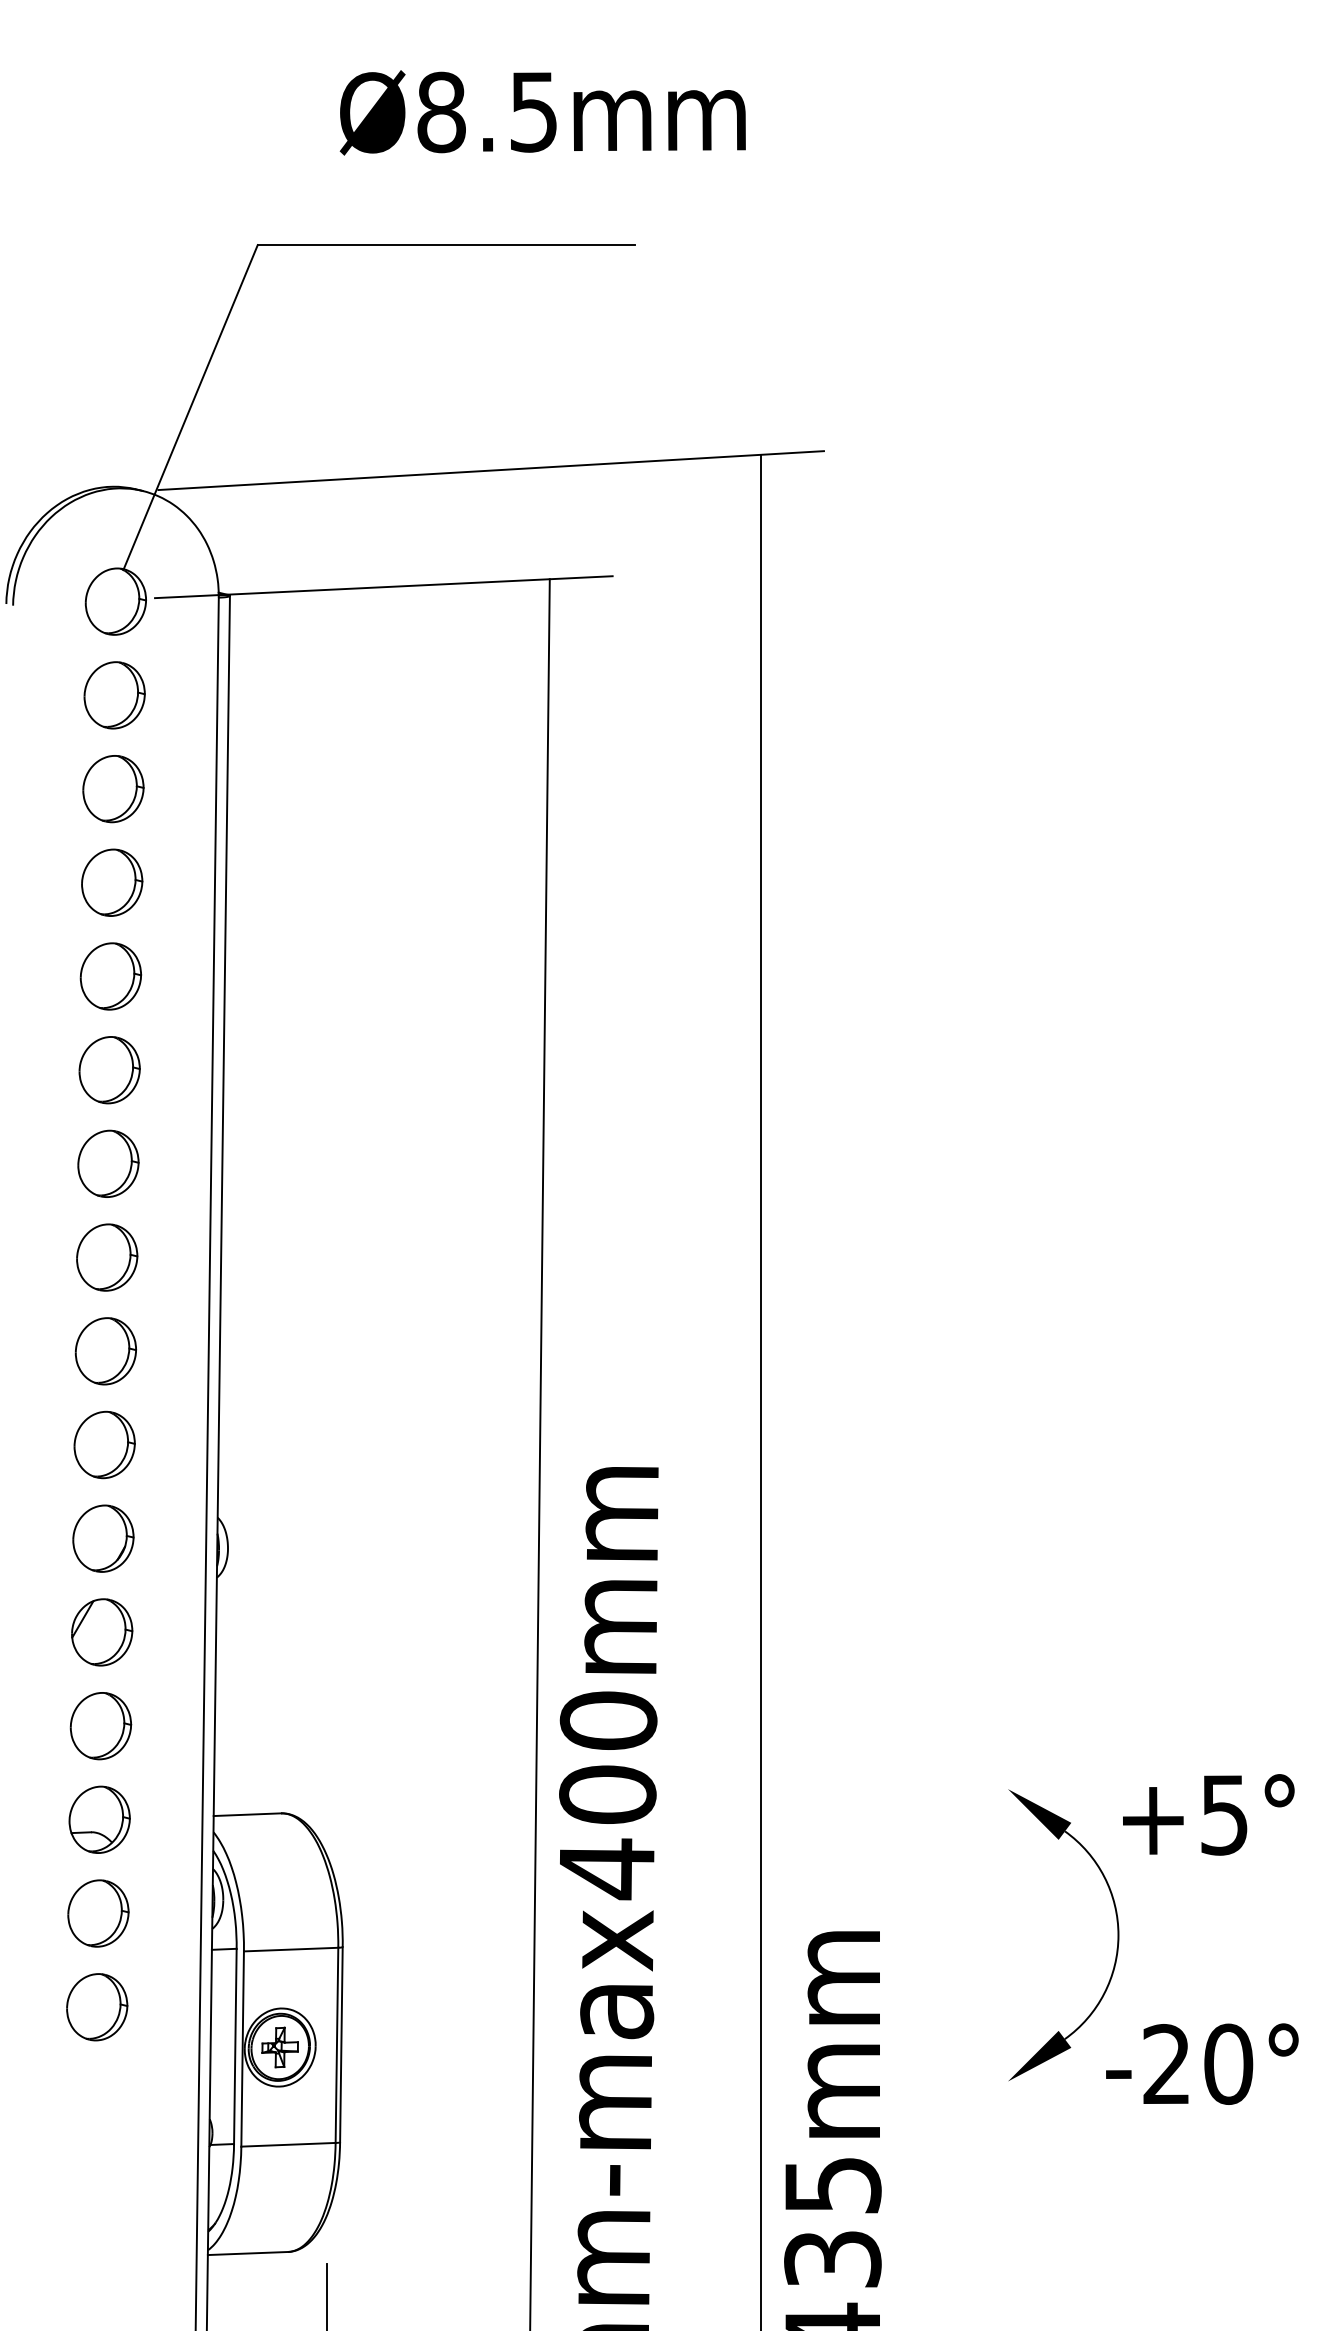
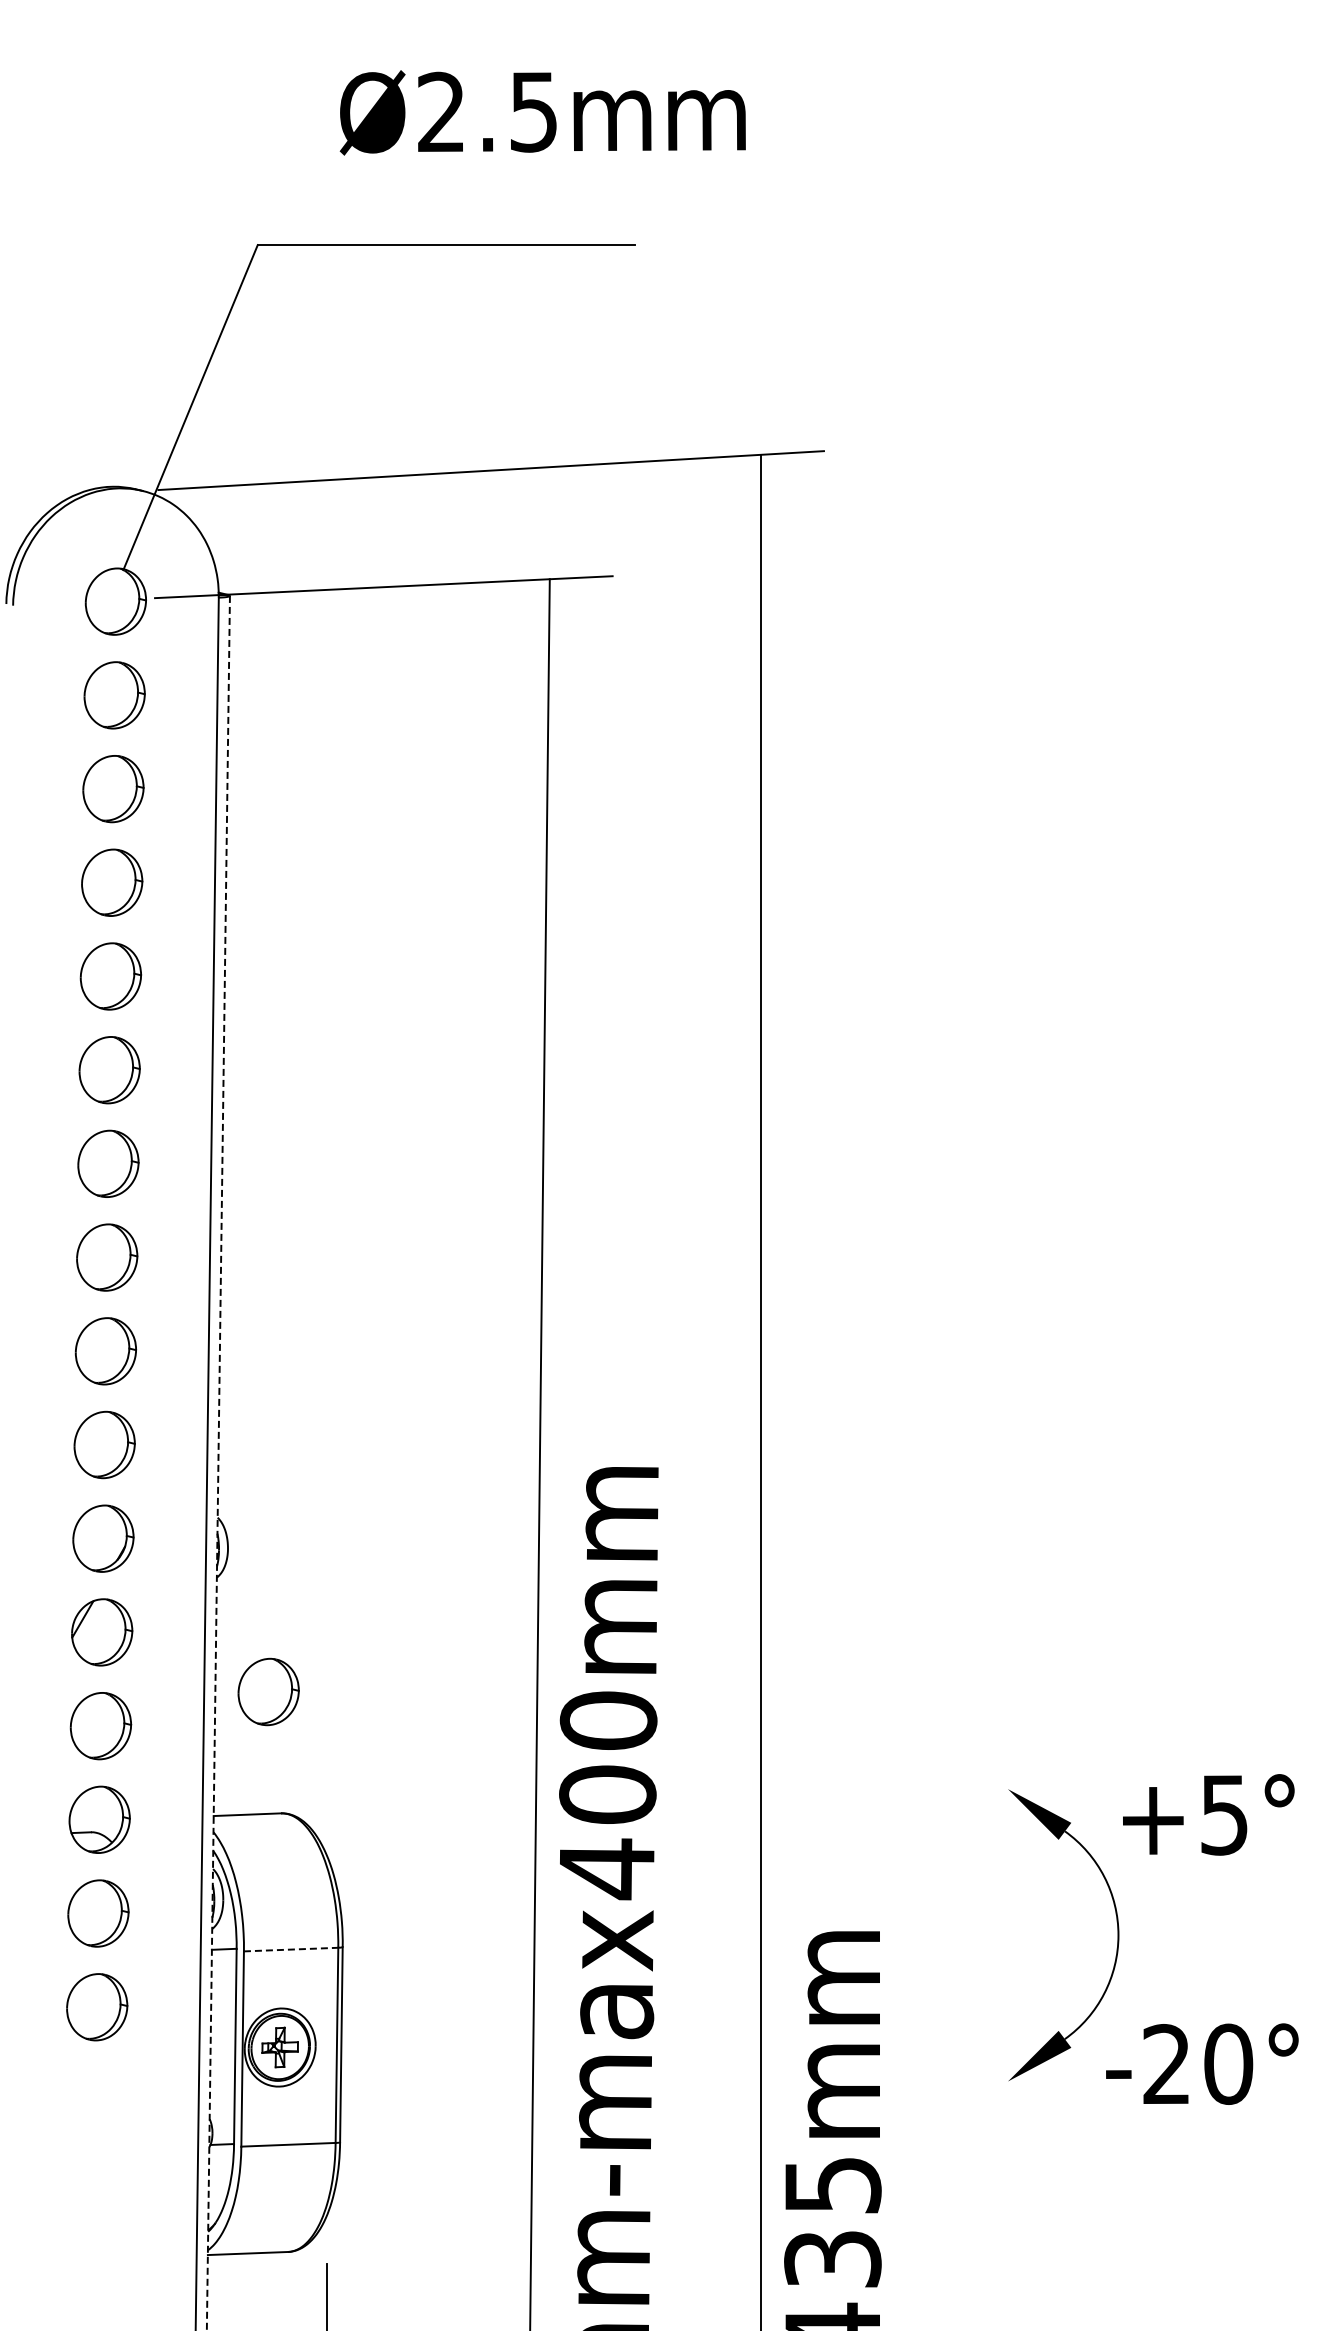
text at (441, 112): Ø8.5mm -> Ø2.5mm
line at (218, 1463): solid -> dashed
part at (268, 1691): none -> present
line at (291, 1949): solid -> dashed
